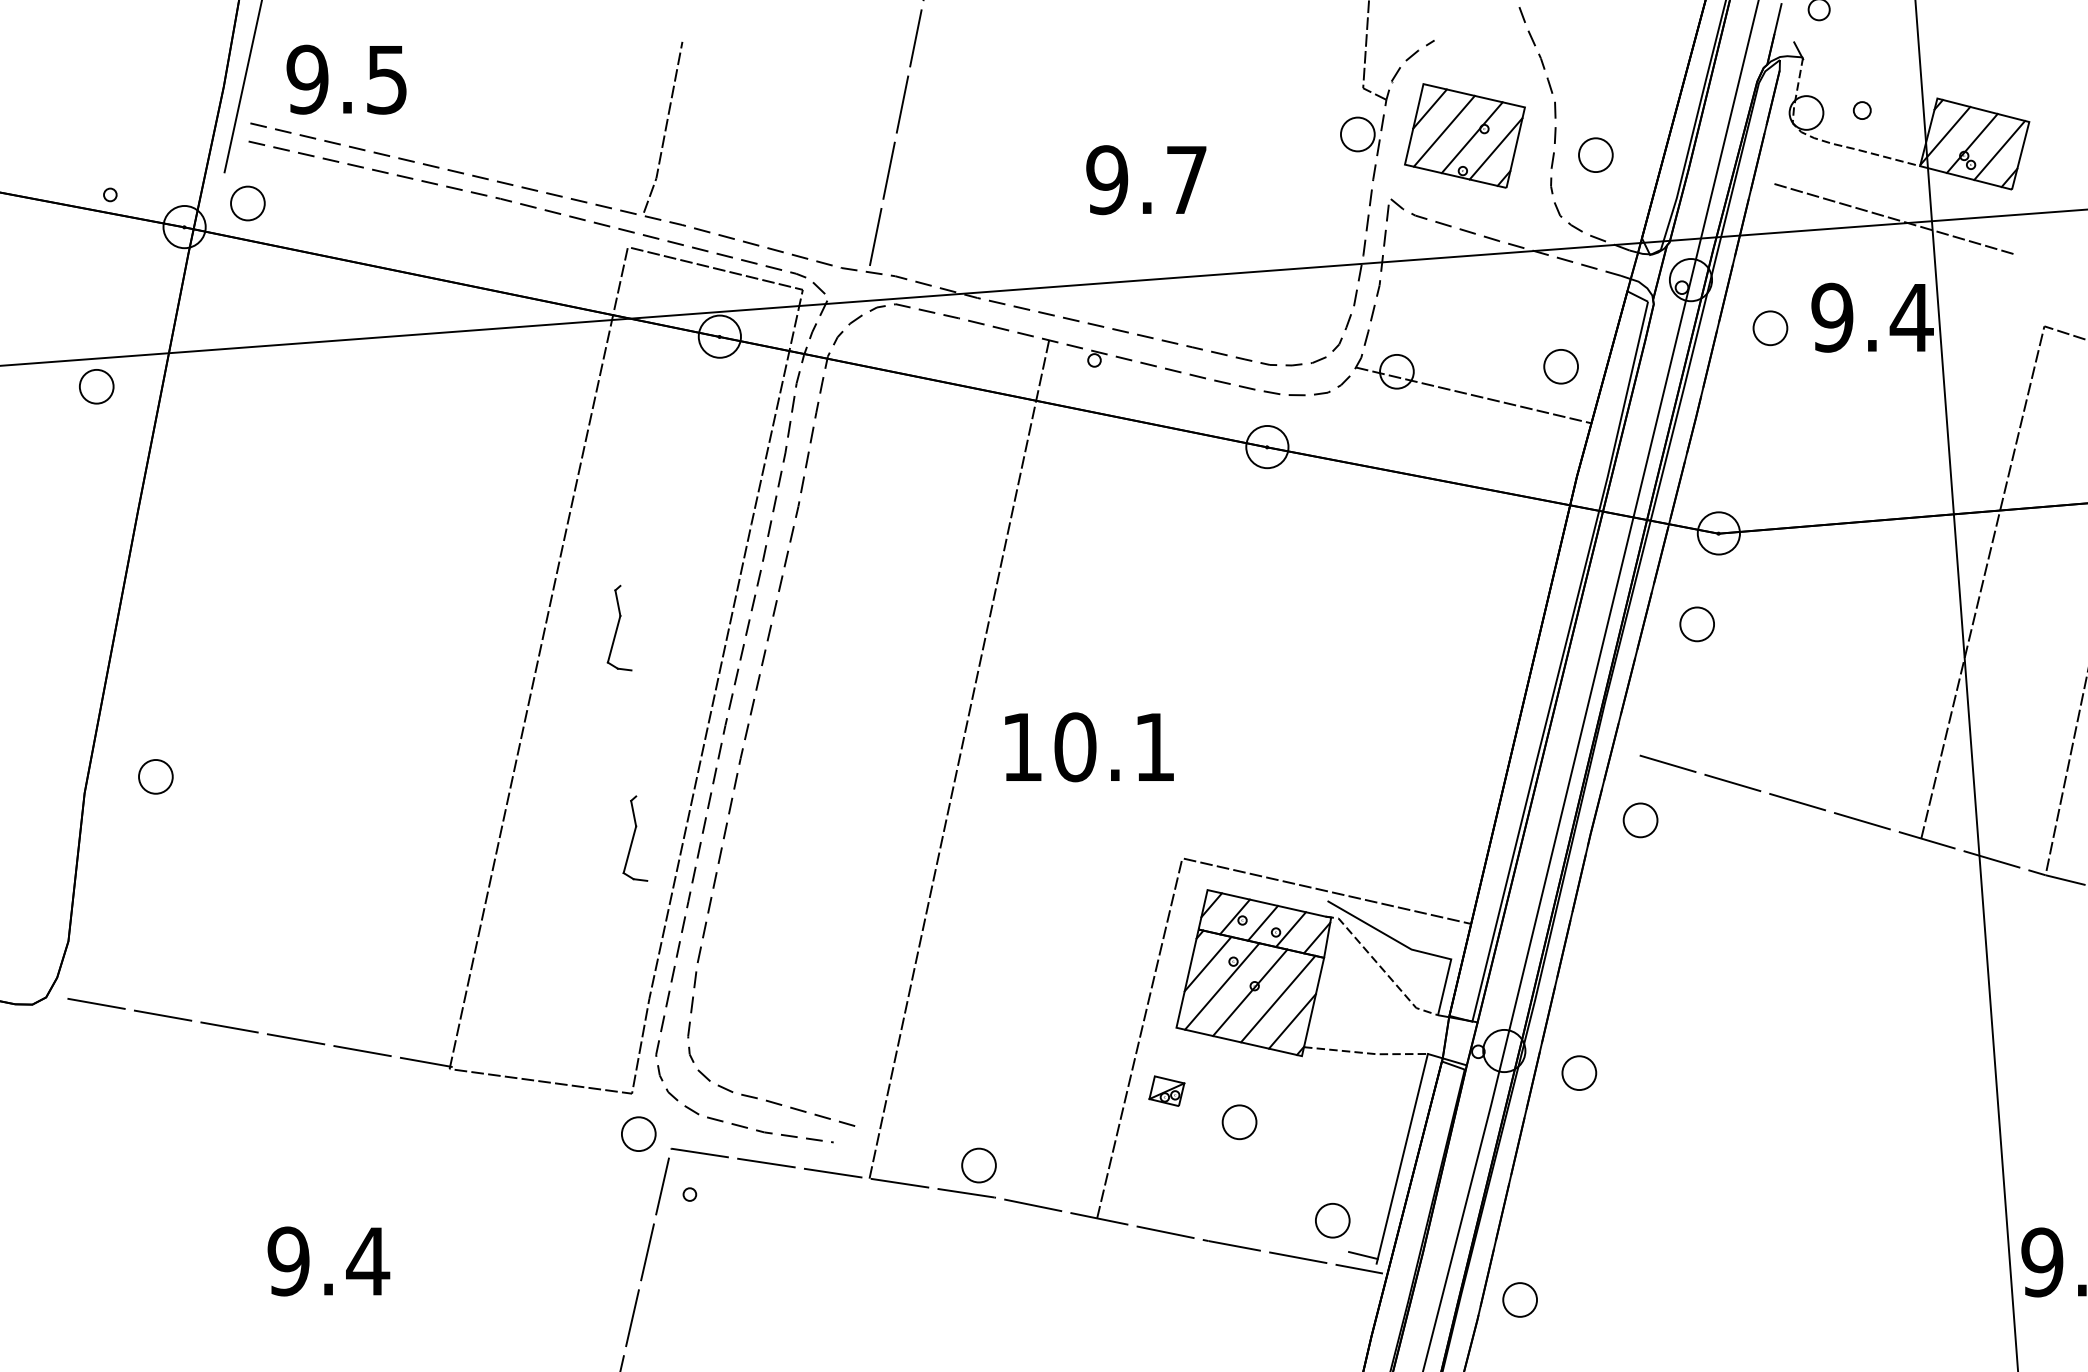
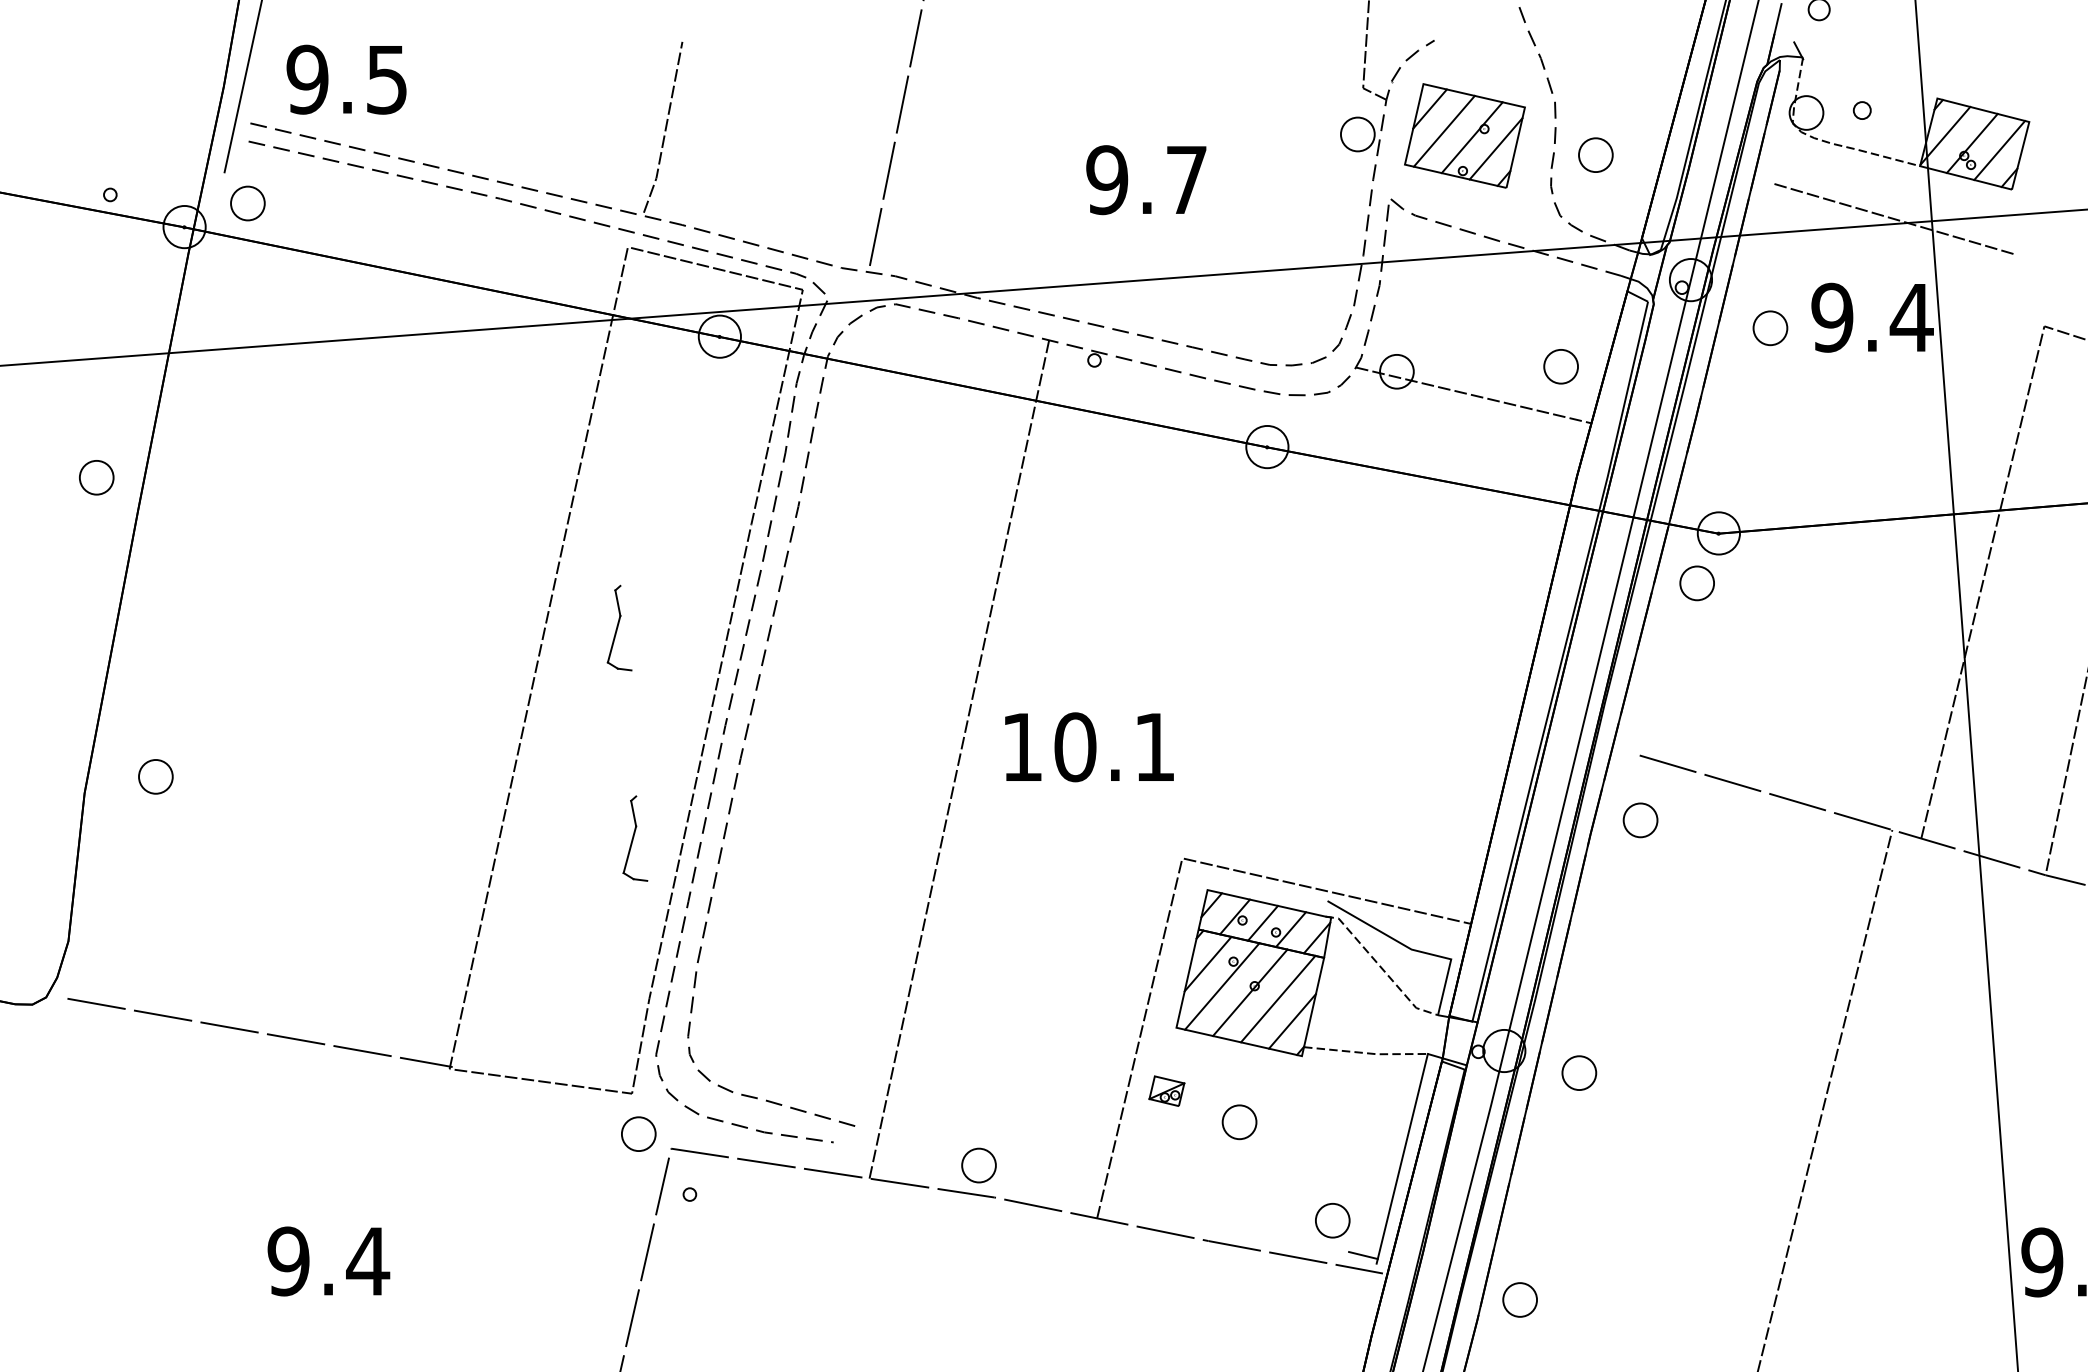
part at (96, 386) position: (96, 386) -> (96, 477)
part at (1696, 624) position: (1696, 624) -> (1696, 583)
line at (1825, 1099): none -> present
